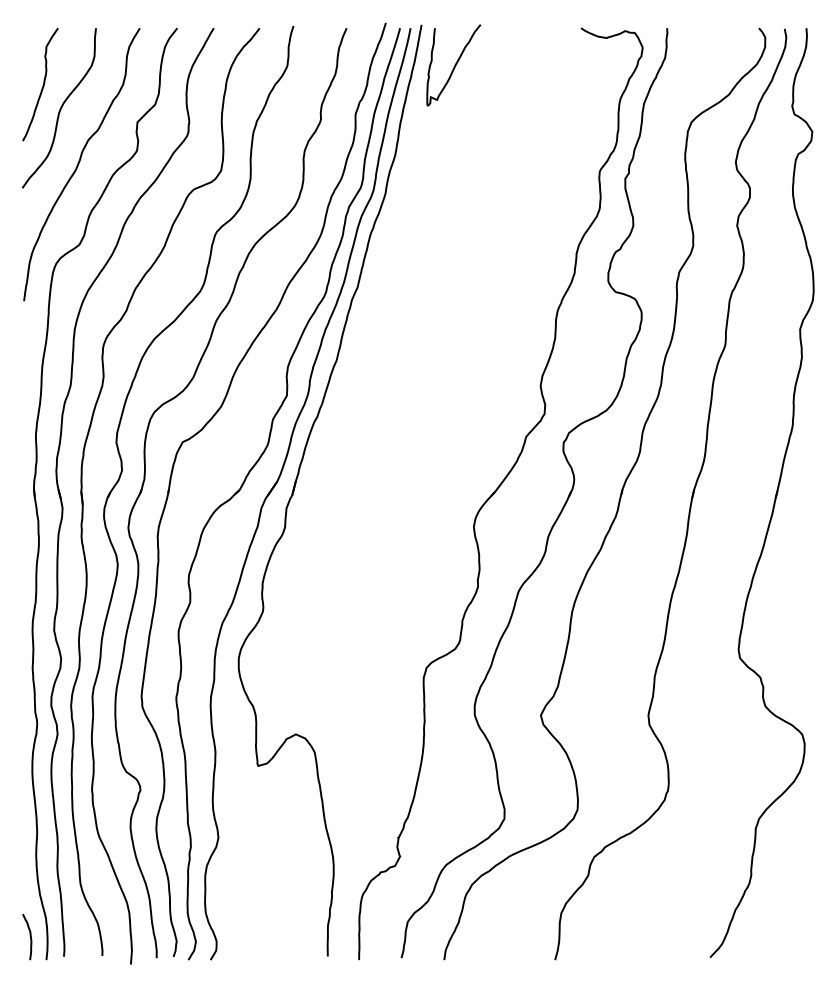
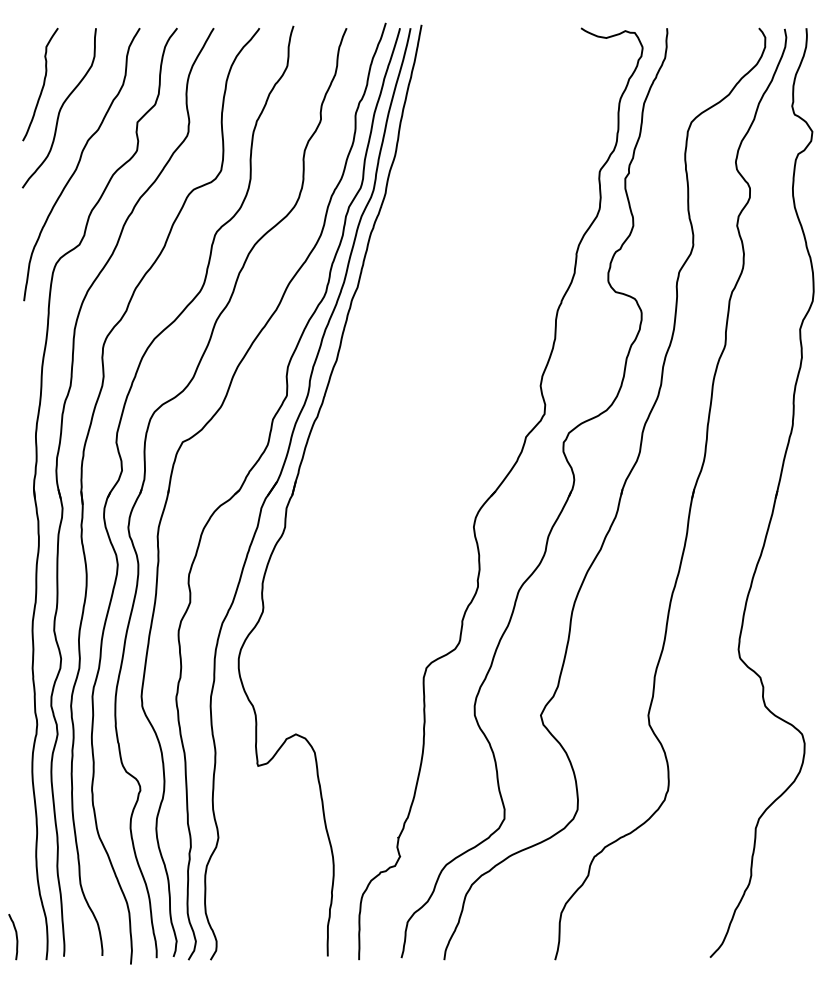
curve at (454, 65): present -> none
curve at (29, 935) position: (29, 935) -> (15, 935)
